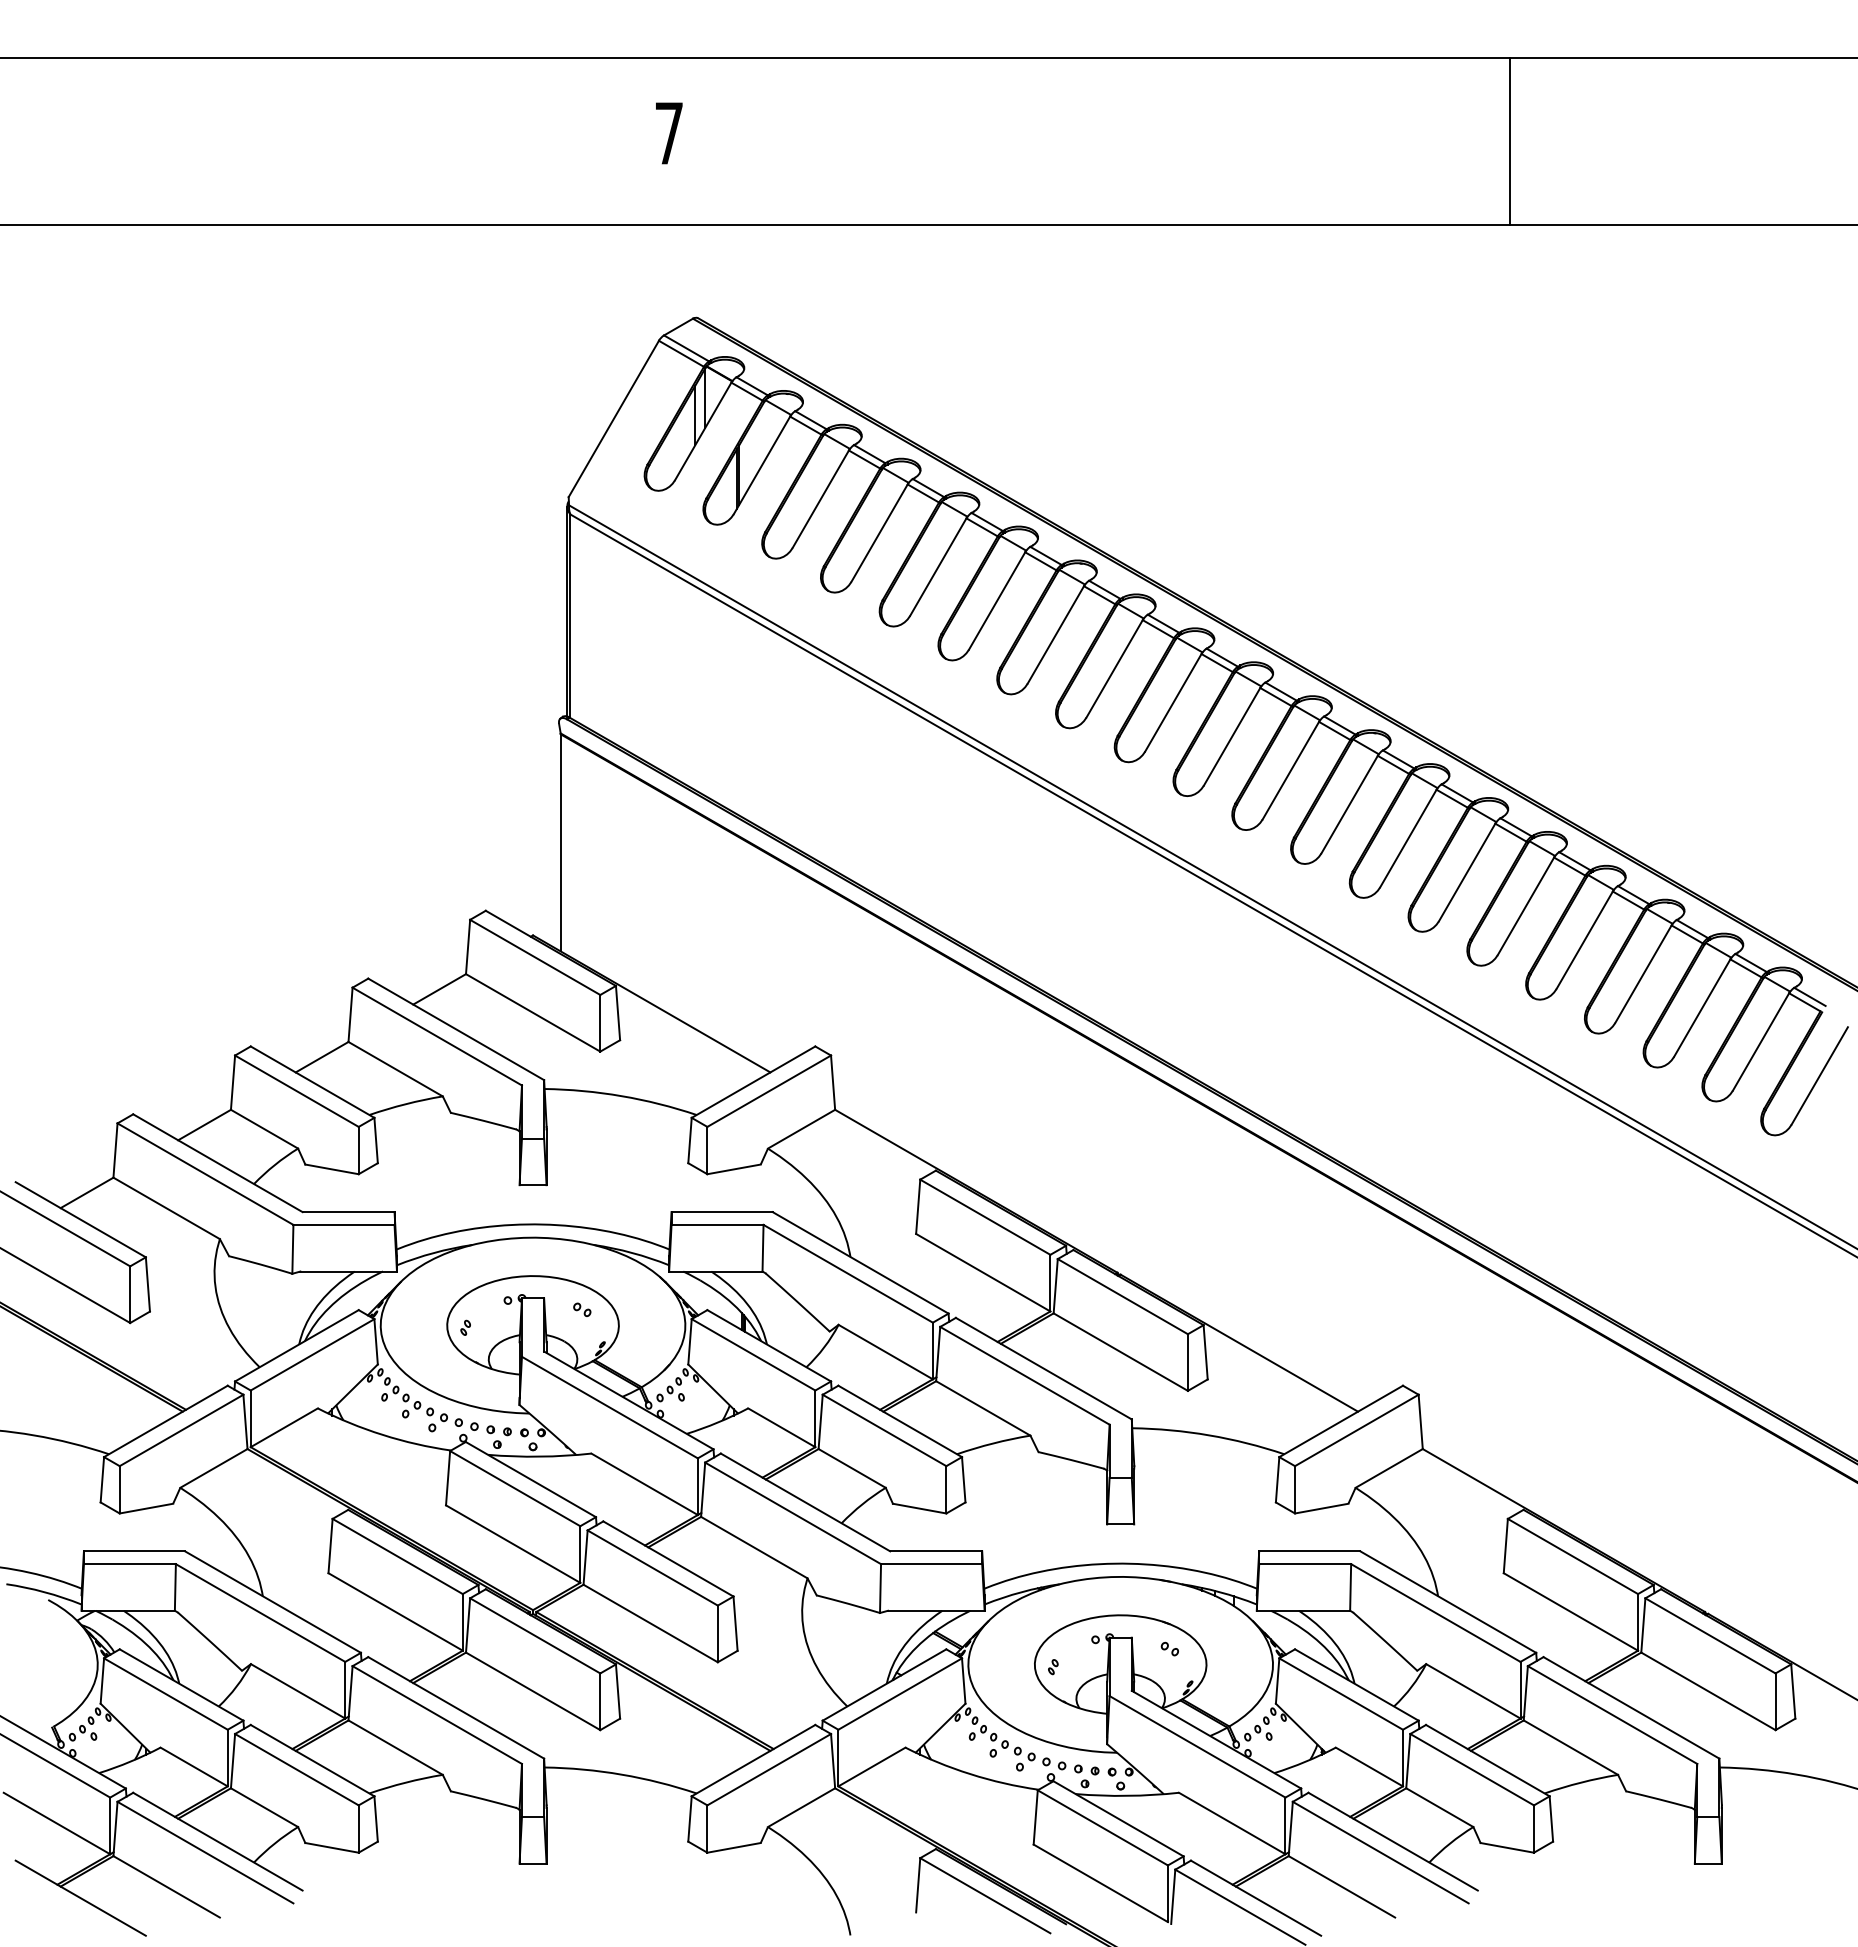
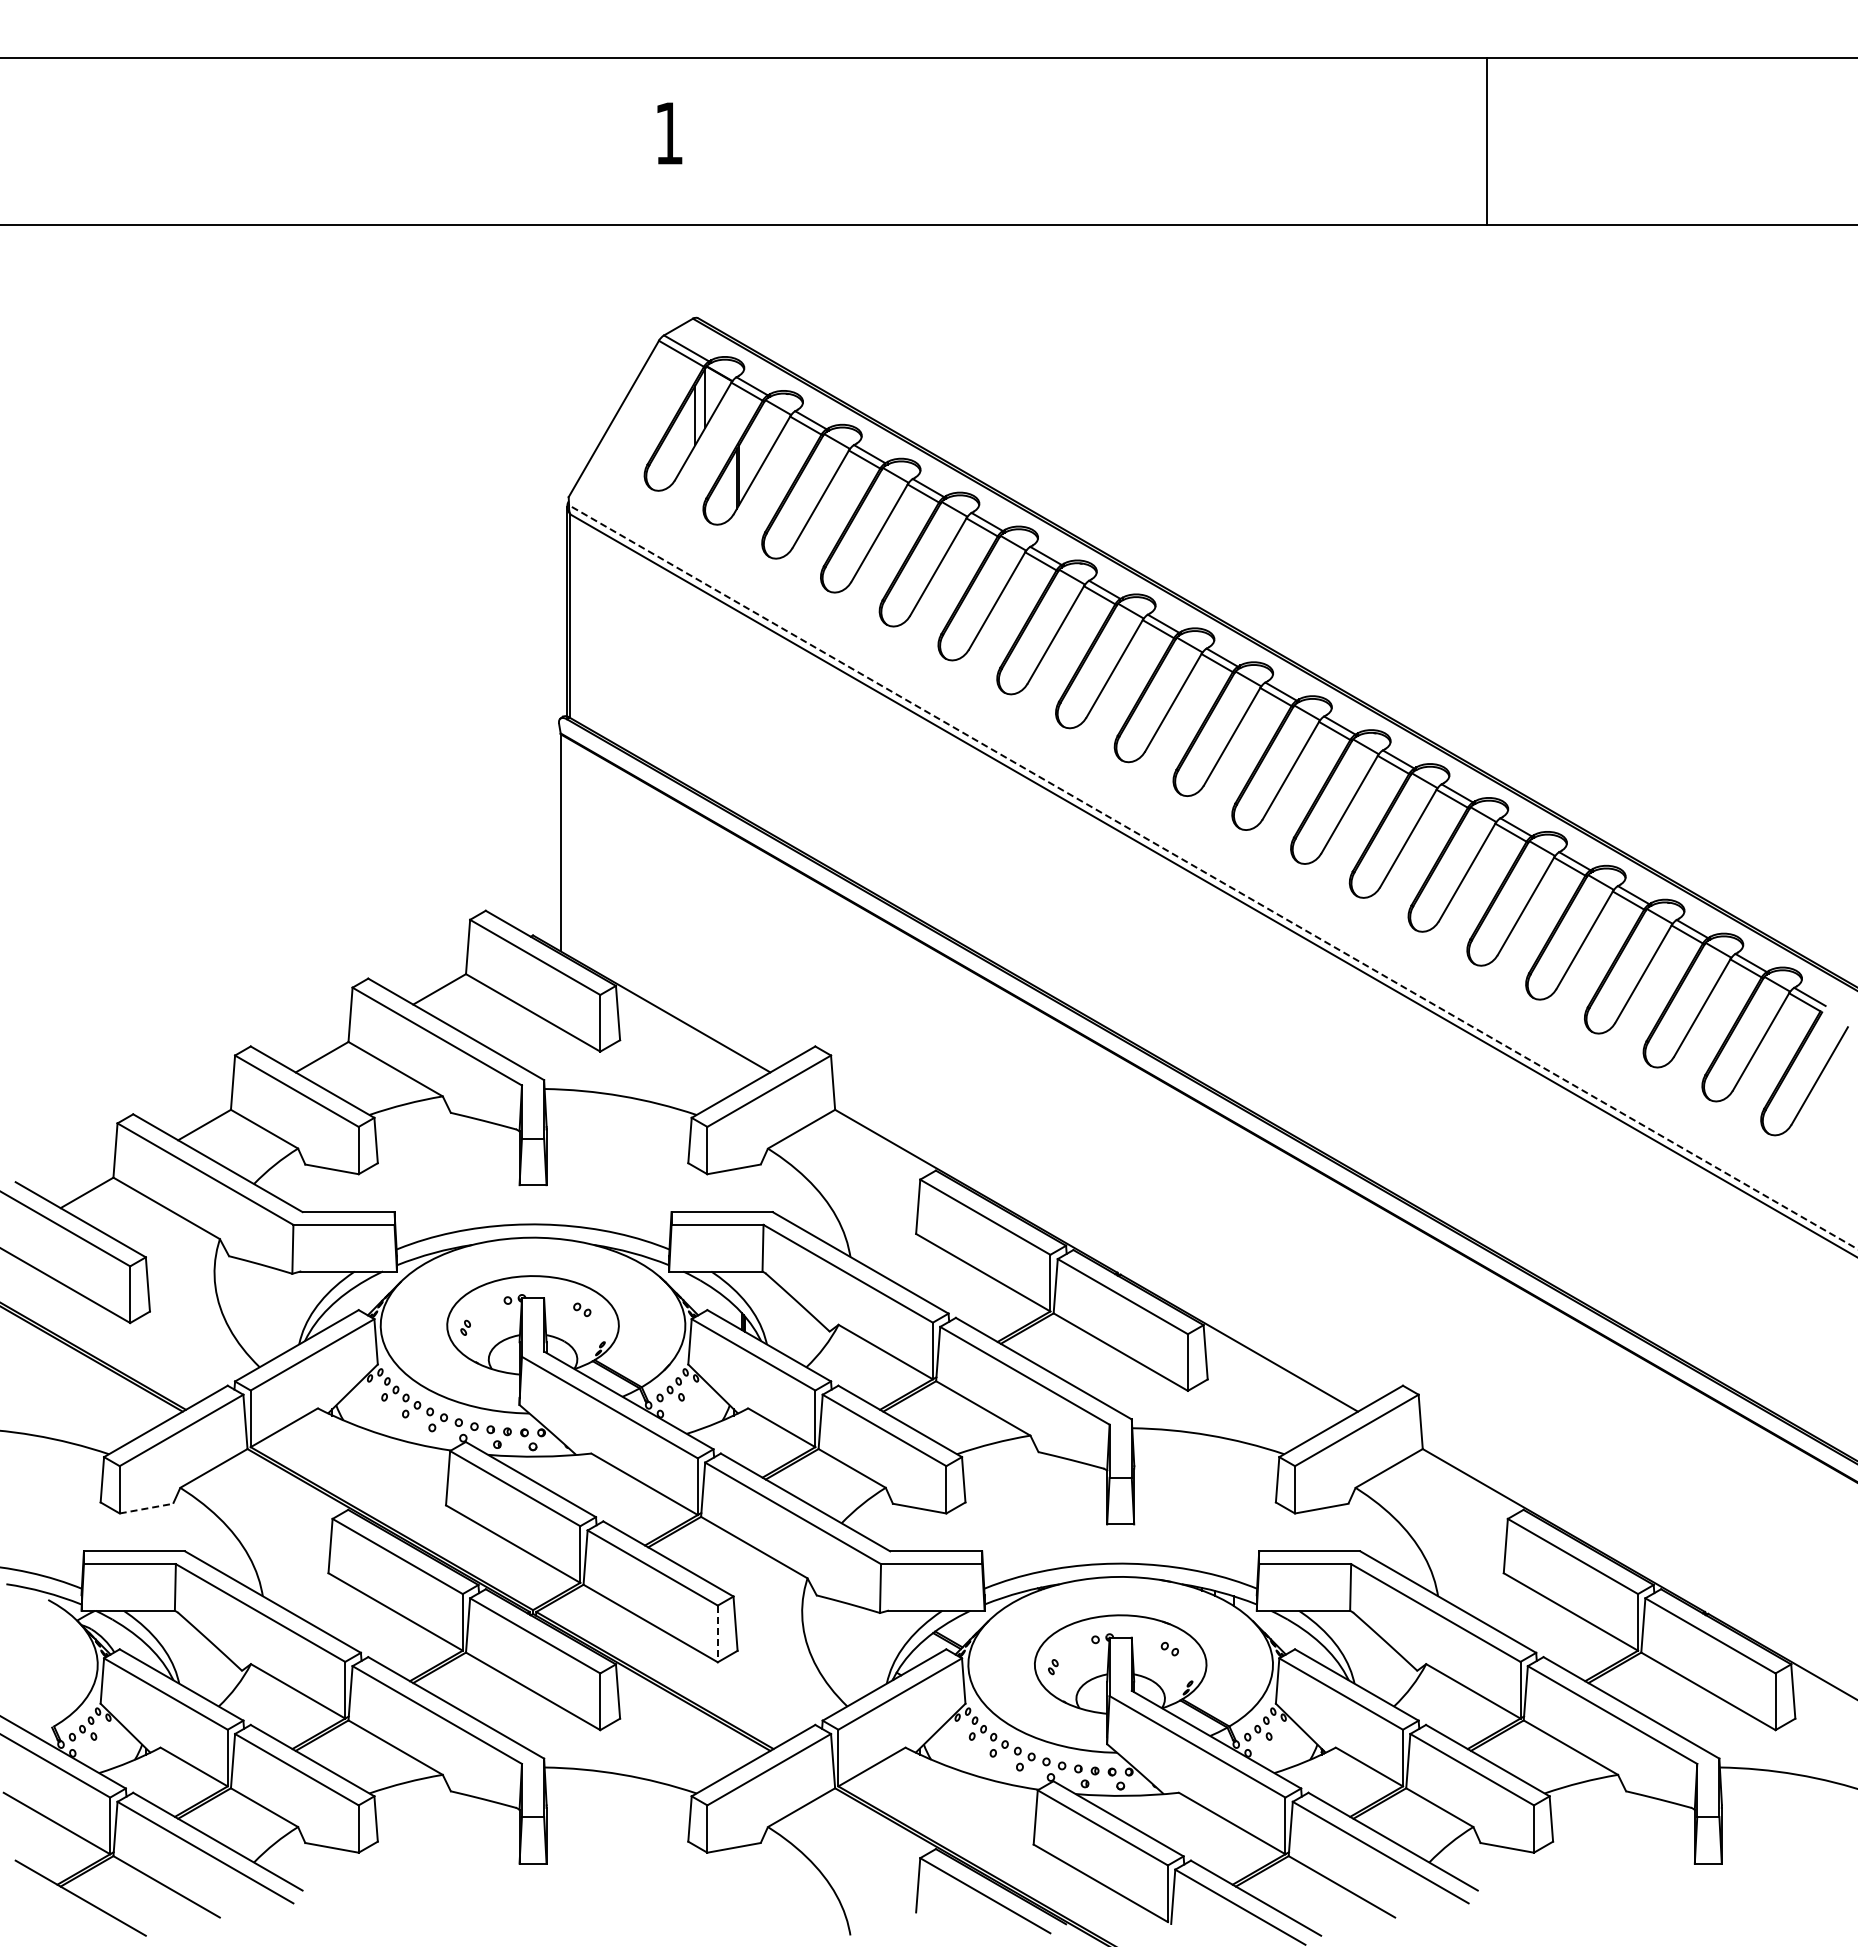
text at (669, 133): 7 -> 1
line at (1509, 141) position: (1509, 141) -> (1486, 141)
line at (1213, 877): solid -> dashed
line at (146, 1508): solid -> dashed
line at (717, 1634): solid -> dashed
